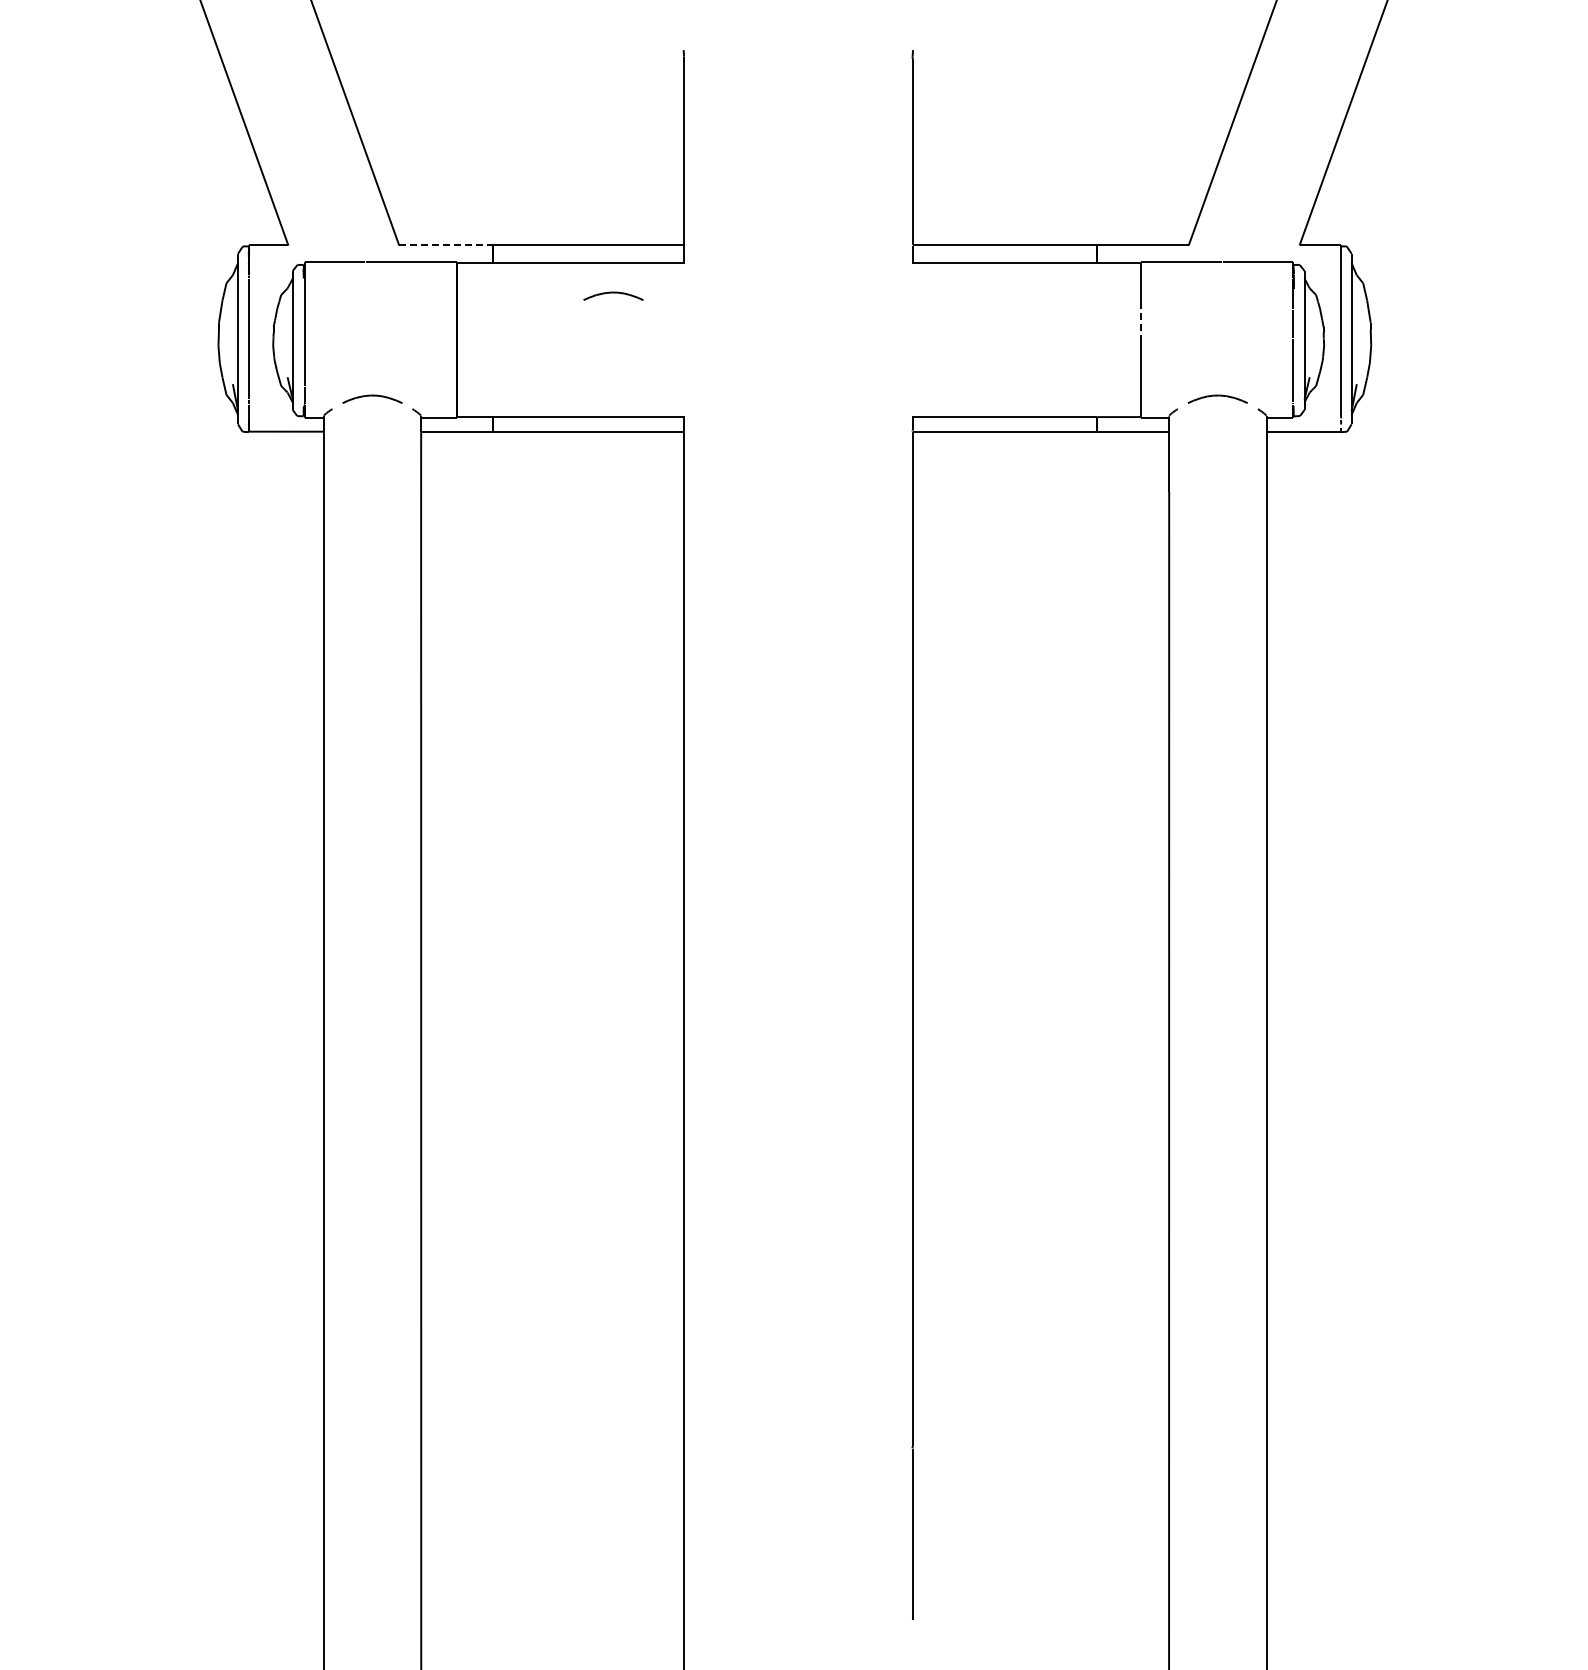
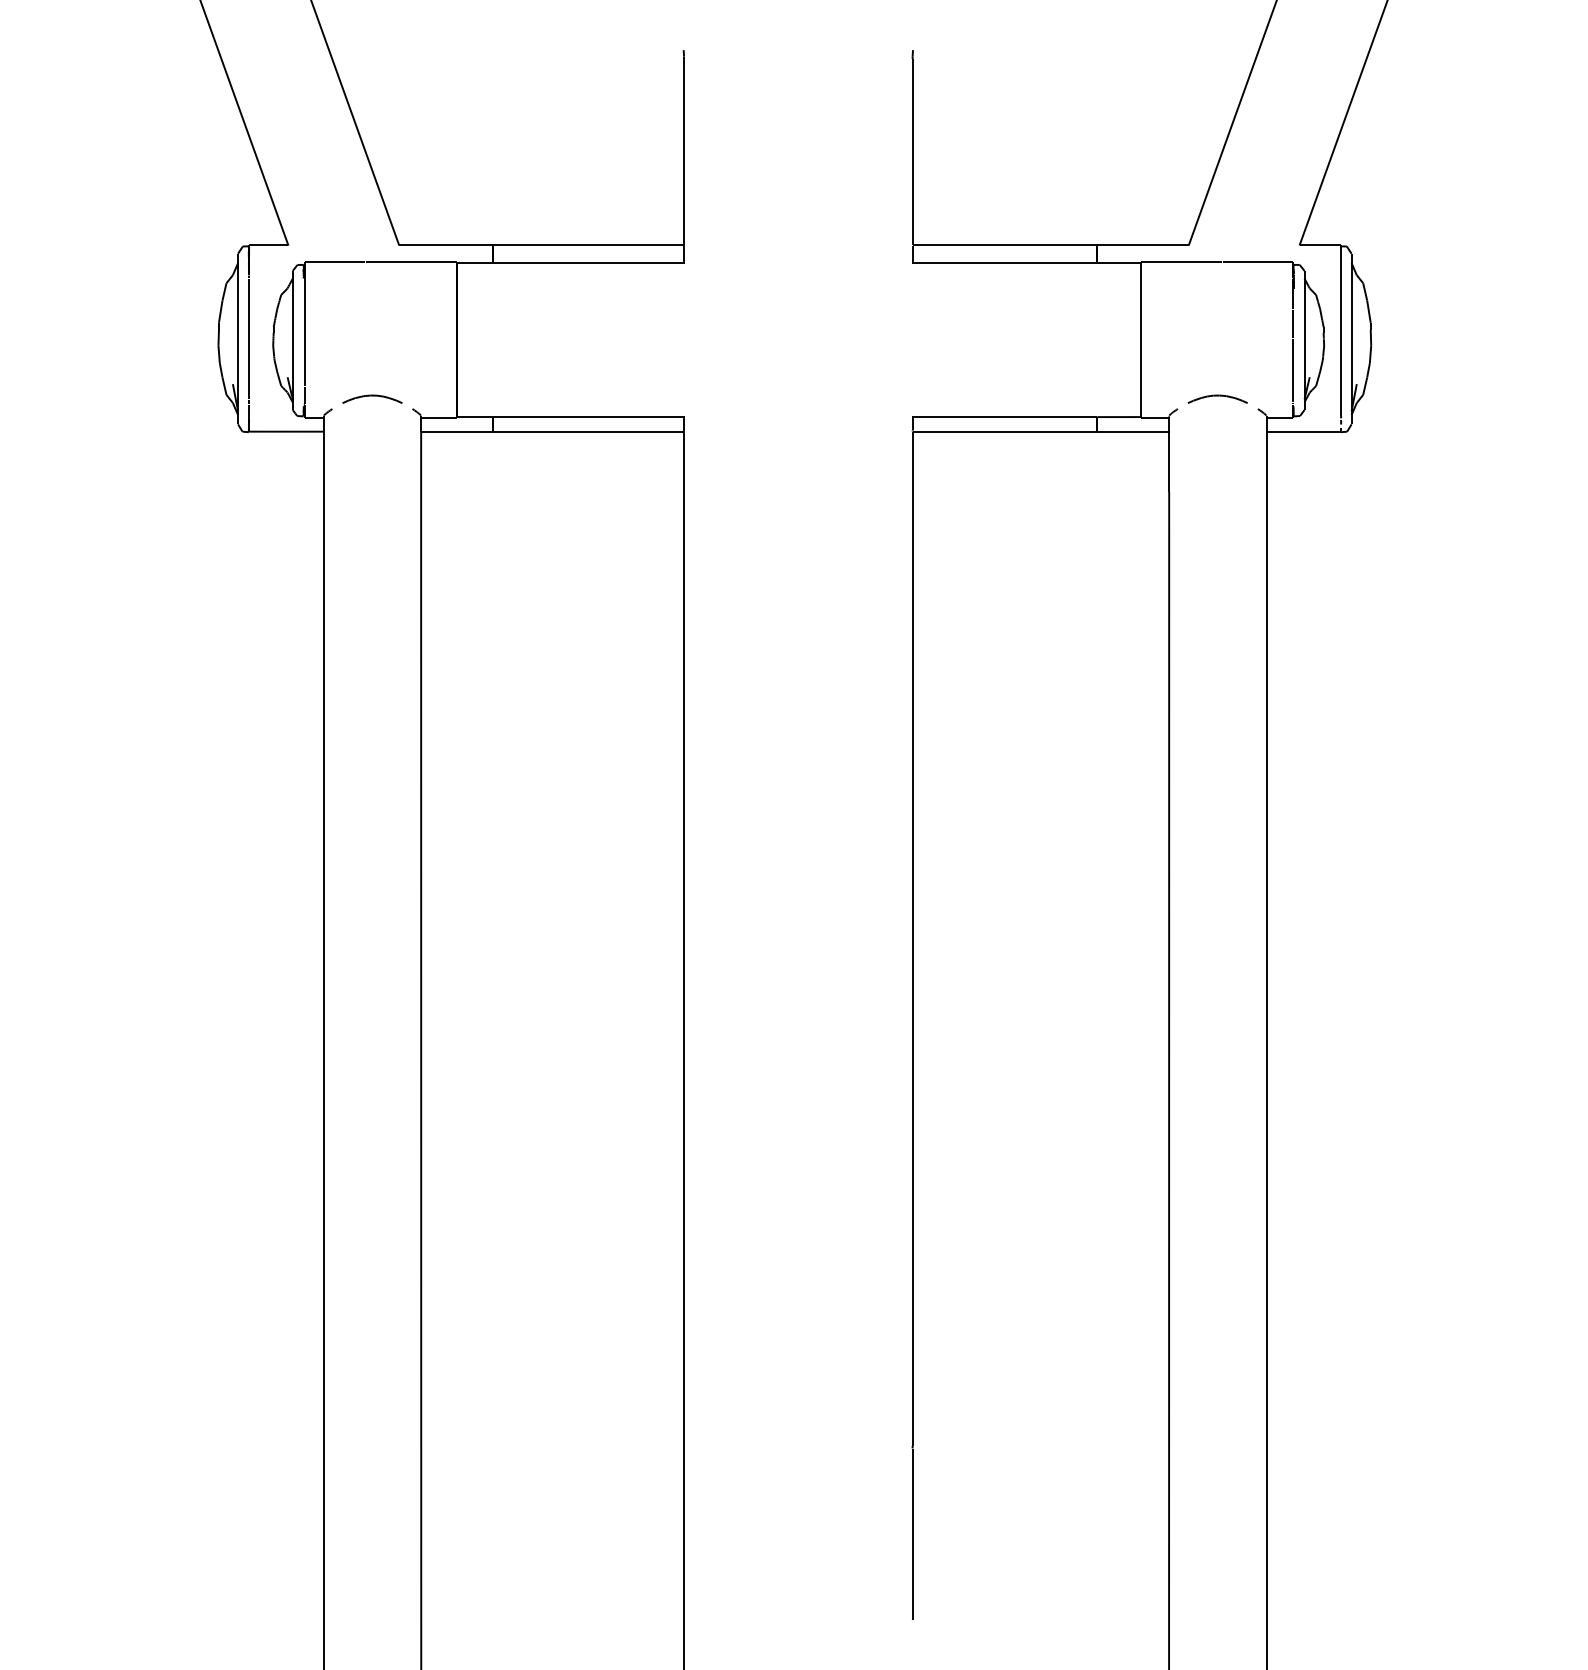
line at (446, 245): dashed -> solid
part at (613, 295): present -> none
line at (1141, 321): dashed -> solid
